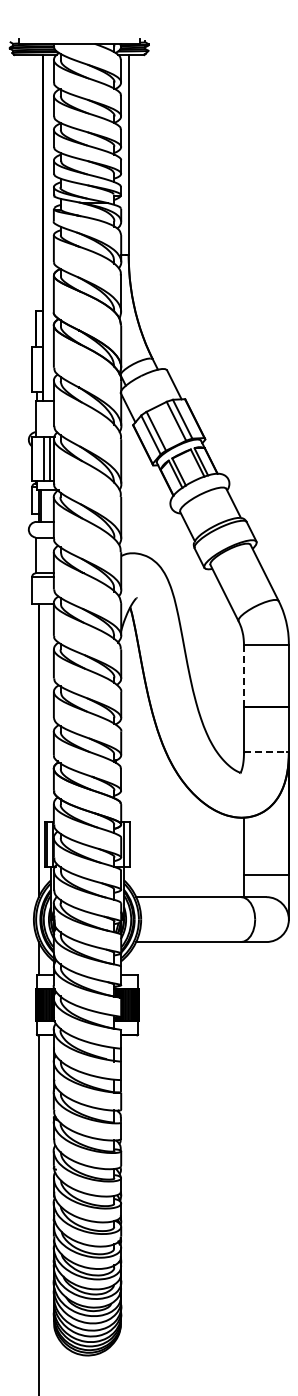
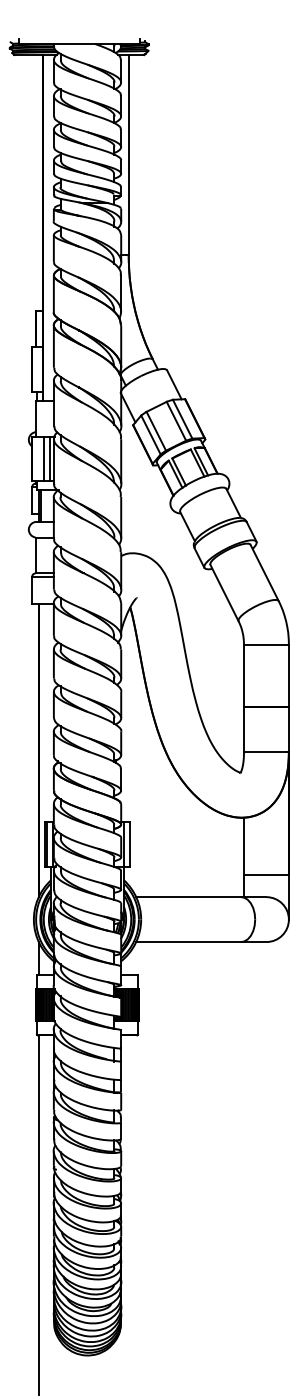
line at (244, 676): dashed -> solid
line at (265, 751): dashed -> solid
